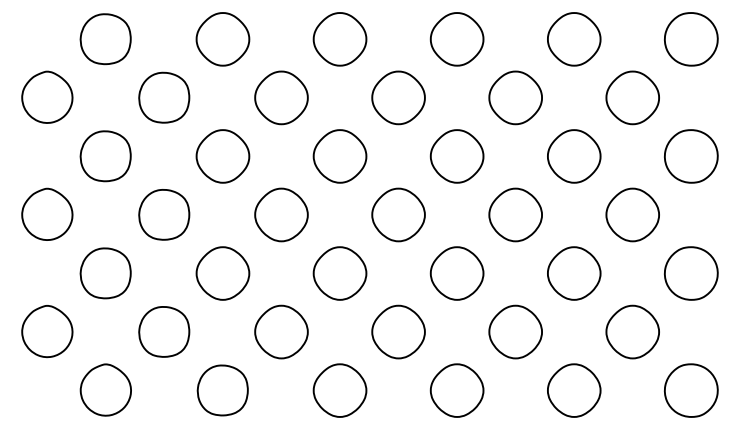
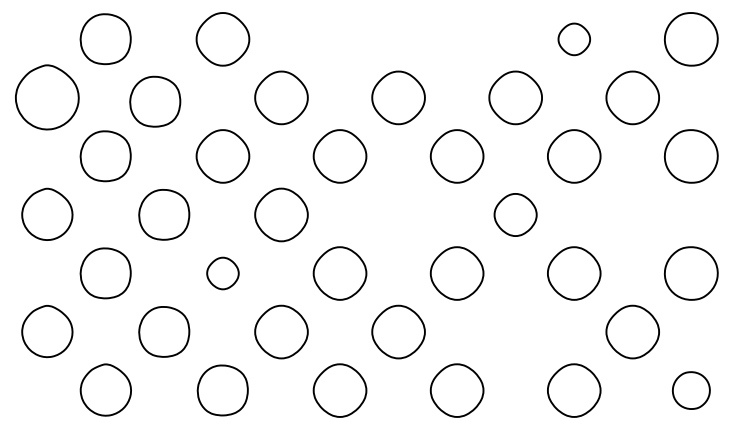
part at (339, 39): present -> none
part at (456, 39): present -> none
part at (574, 39) size: 55x55 px -> 34x35 px
part at (47, 96) size: 53x54 px -> 65x67 px
part at (164, 97) position: (164, 97) -> (155, 101)
part at (398, 214): present -> none
part at (515, 214) size: 55x56 px -> 45x44 px
part at (632, 214): present -> none
part at (222, 273) size: 56x55 px -> 34x35 px
part at (515, 331): present -> none
part at (691, 390) size: 55x55 px -> 39x39 px
